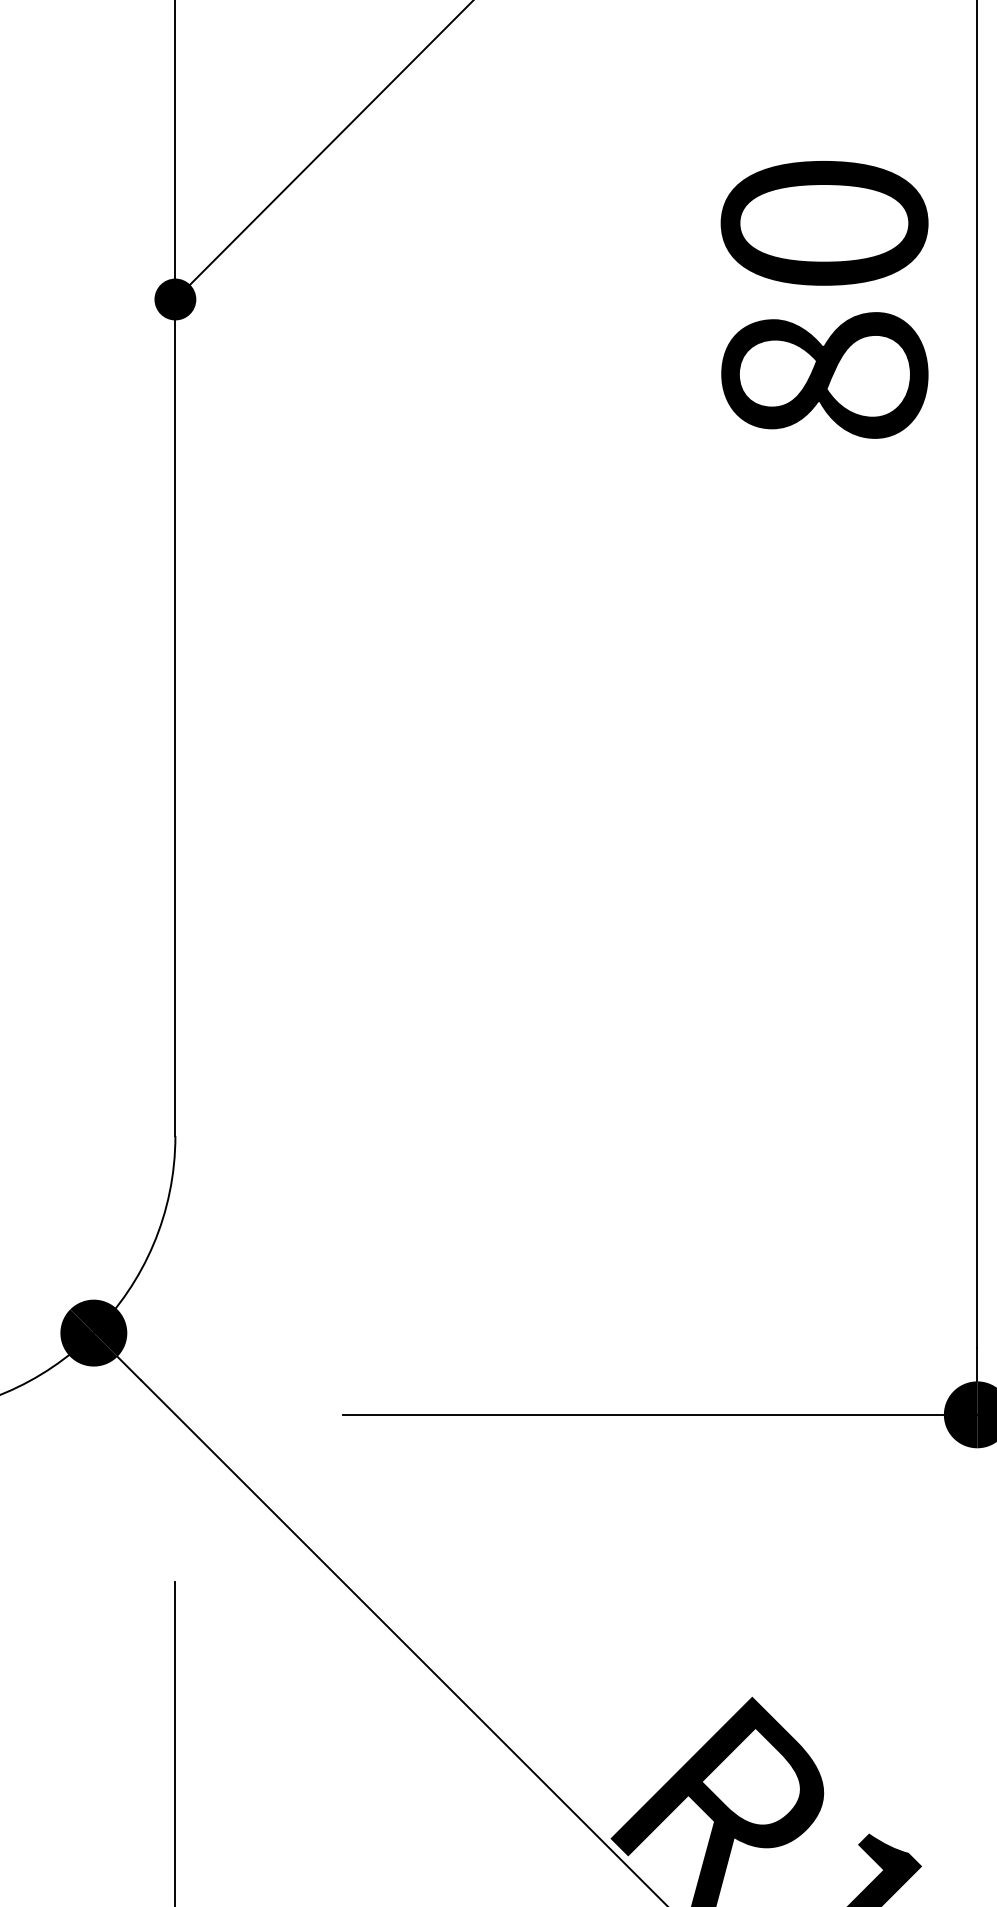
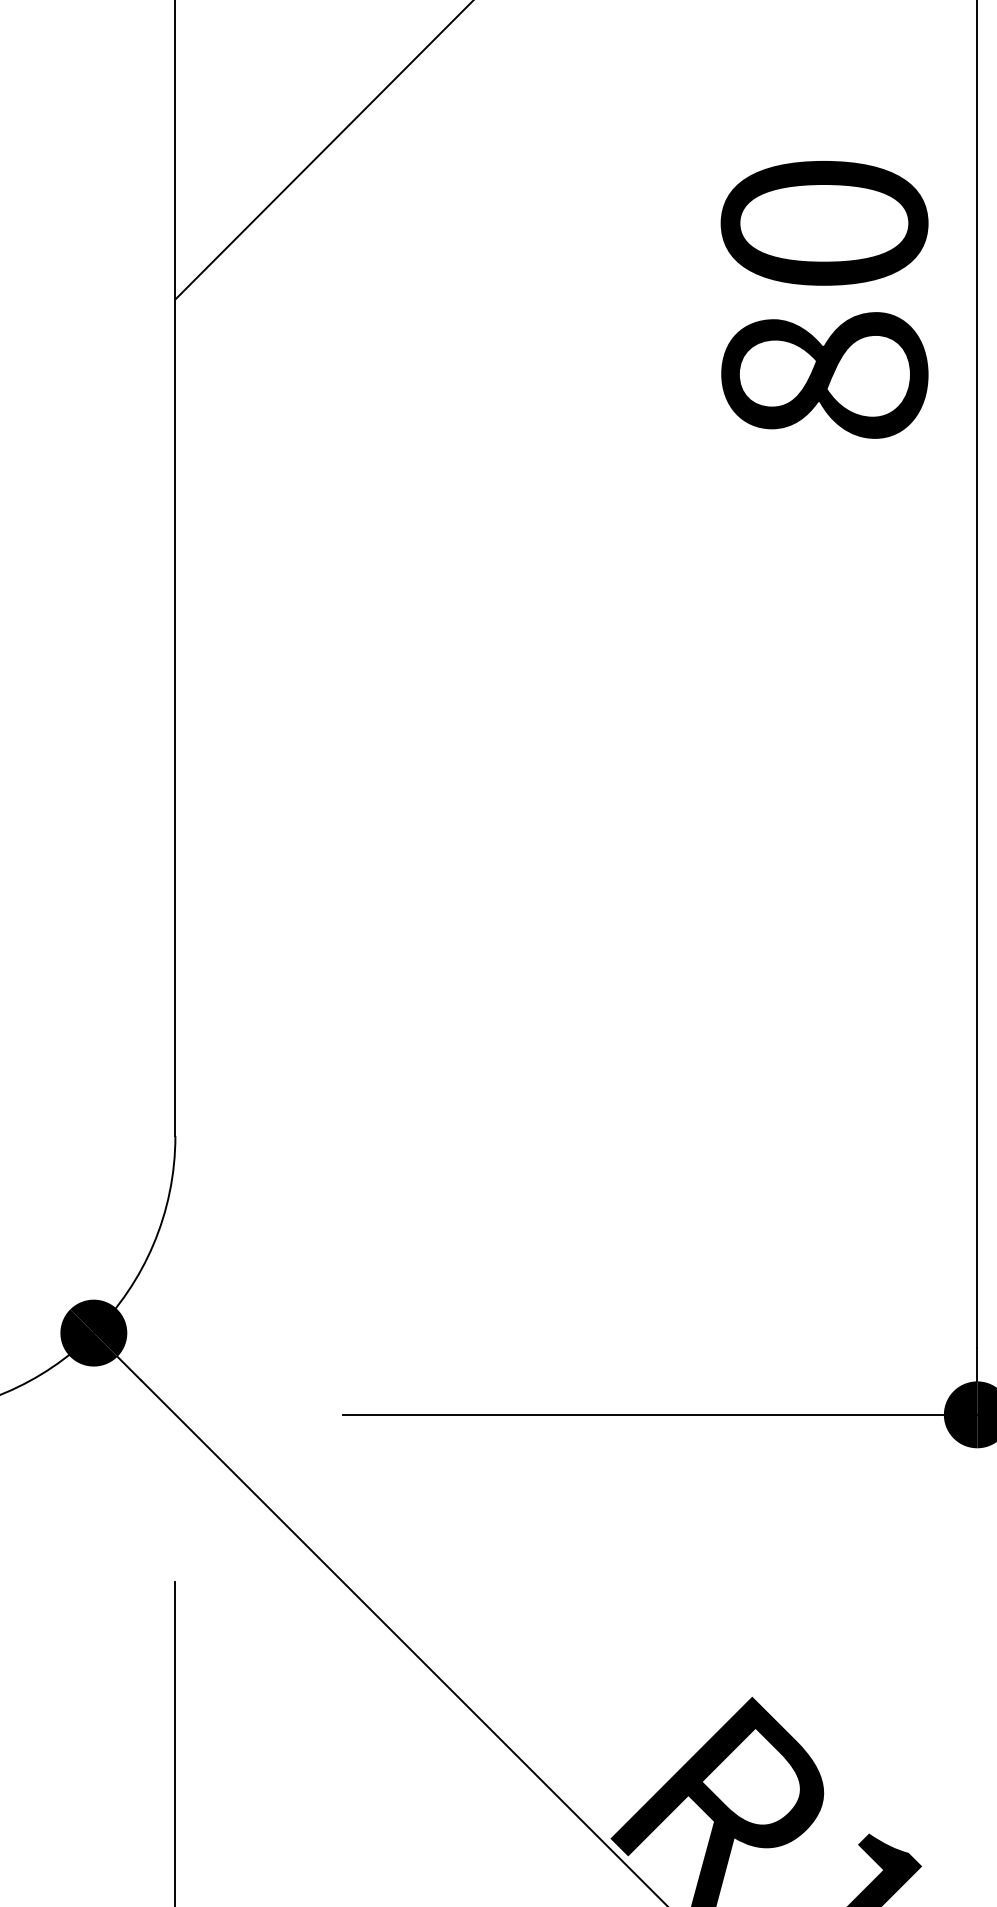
fill at (175, 299): present -> none
